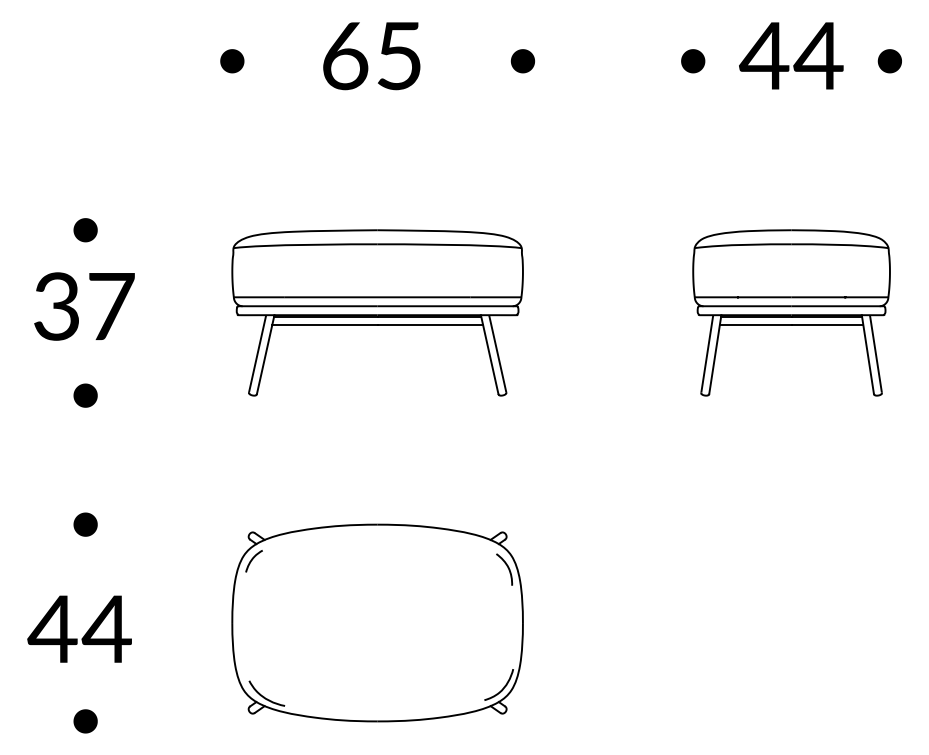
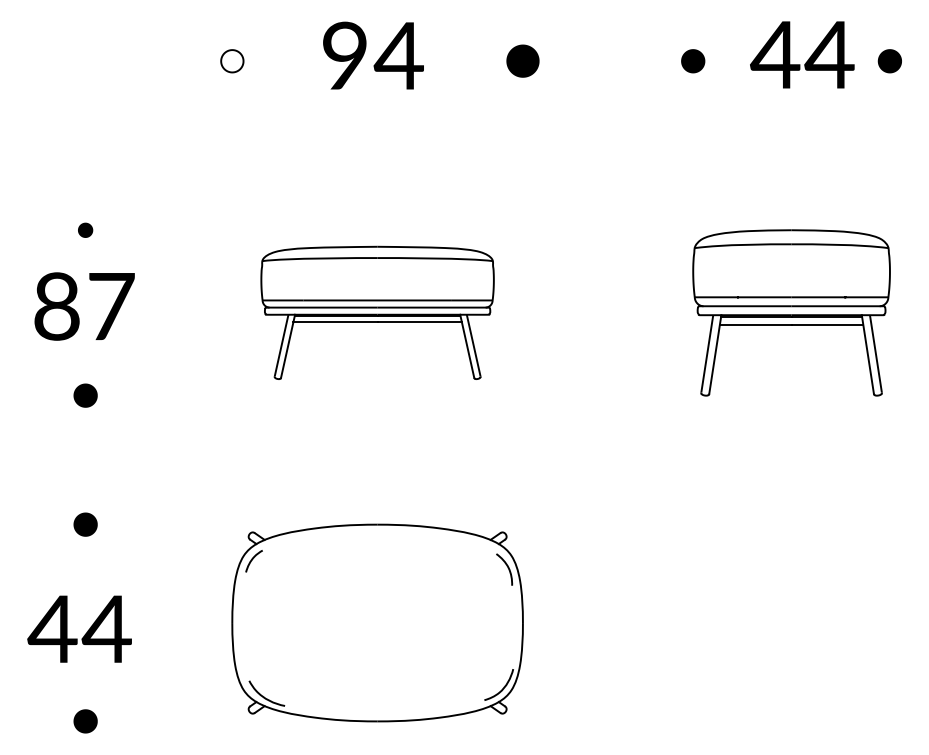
text at (373, 55): 65 -> 94
text at (791, 55) position: (791, 55) -> (802, 54)
fill at (232, 61): present -> none
part at (522, 61) size: 26x25 px -> 34x34 px
part at (85, 230) size: 25x25 px -> 16x16 px
text at (56, 306): 37 -> 87
part at (377, 312) size: 293x168 px -> 235x135 px
